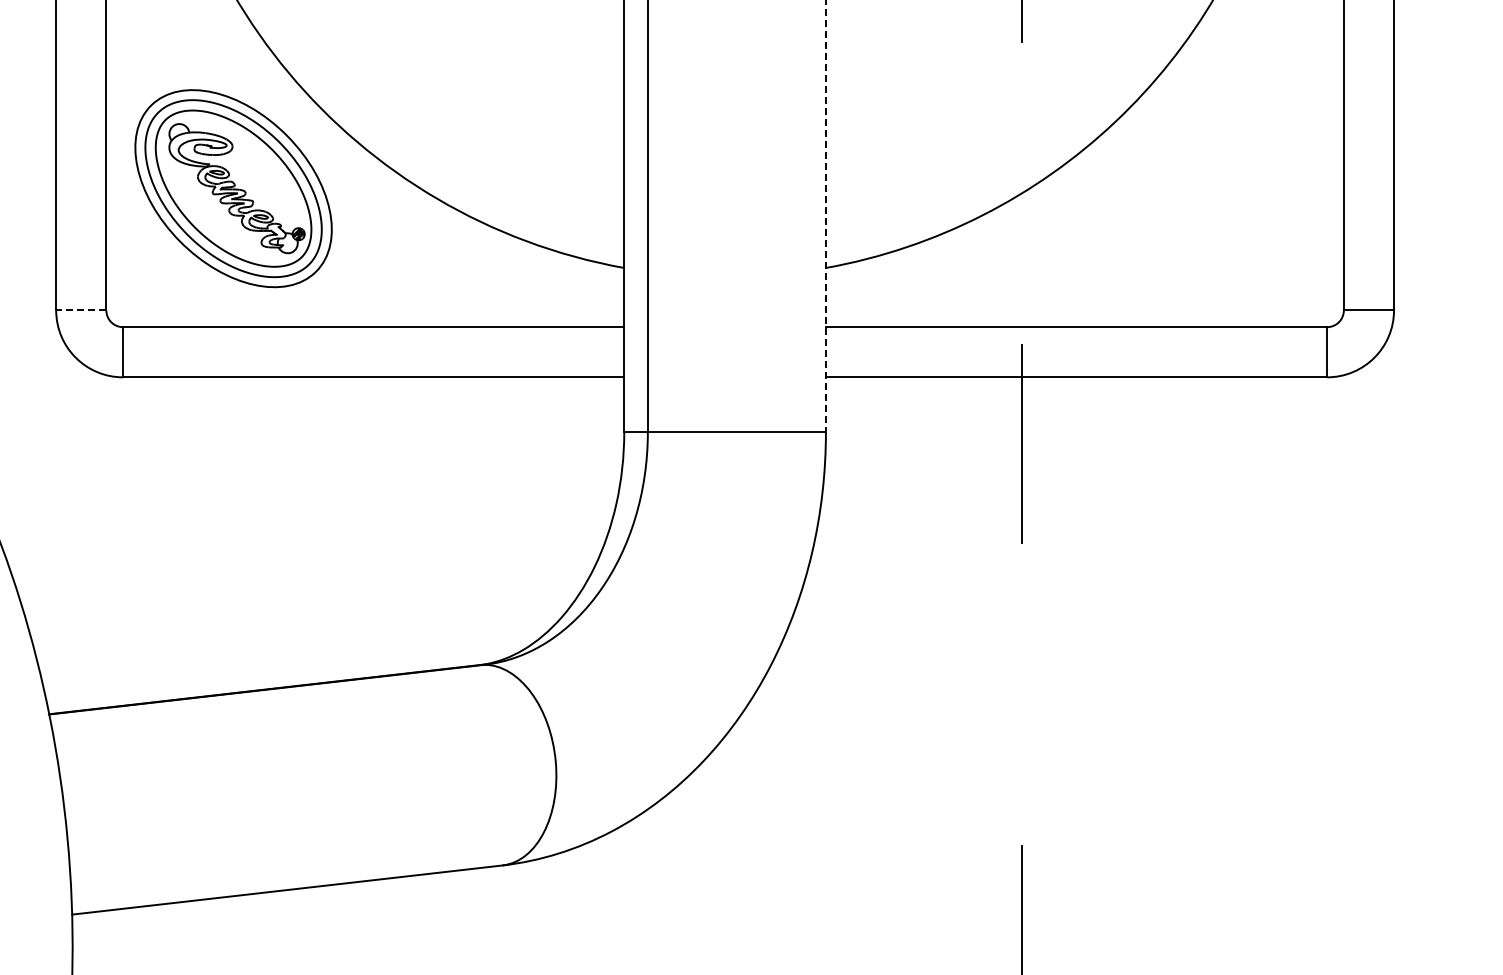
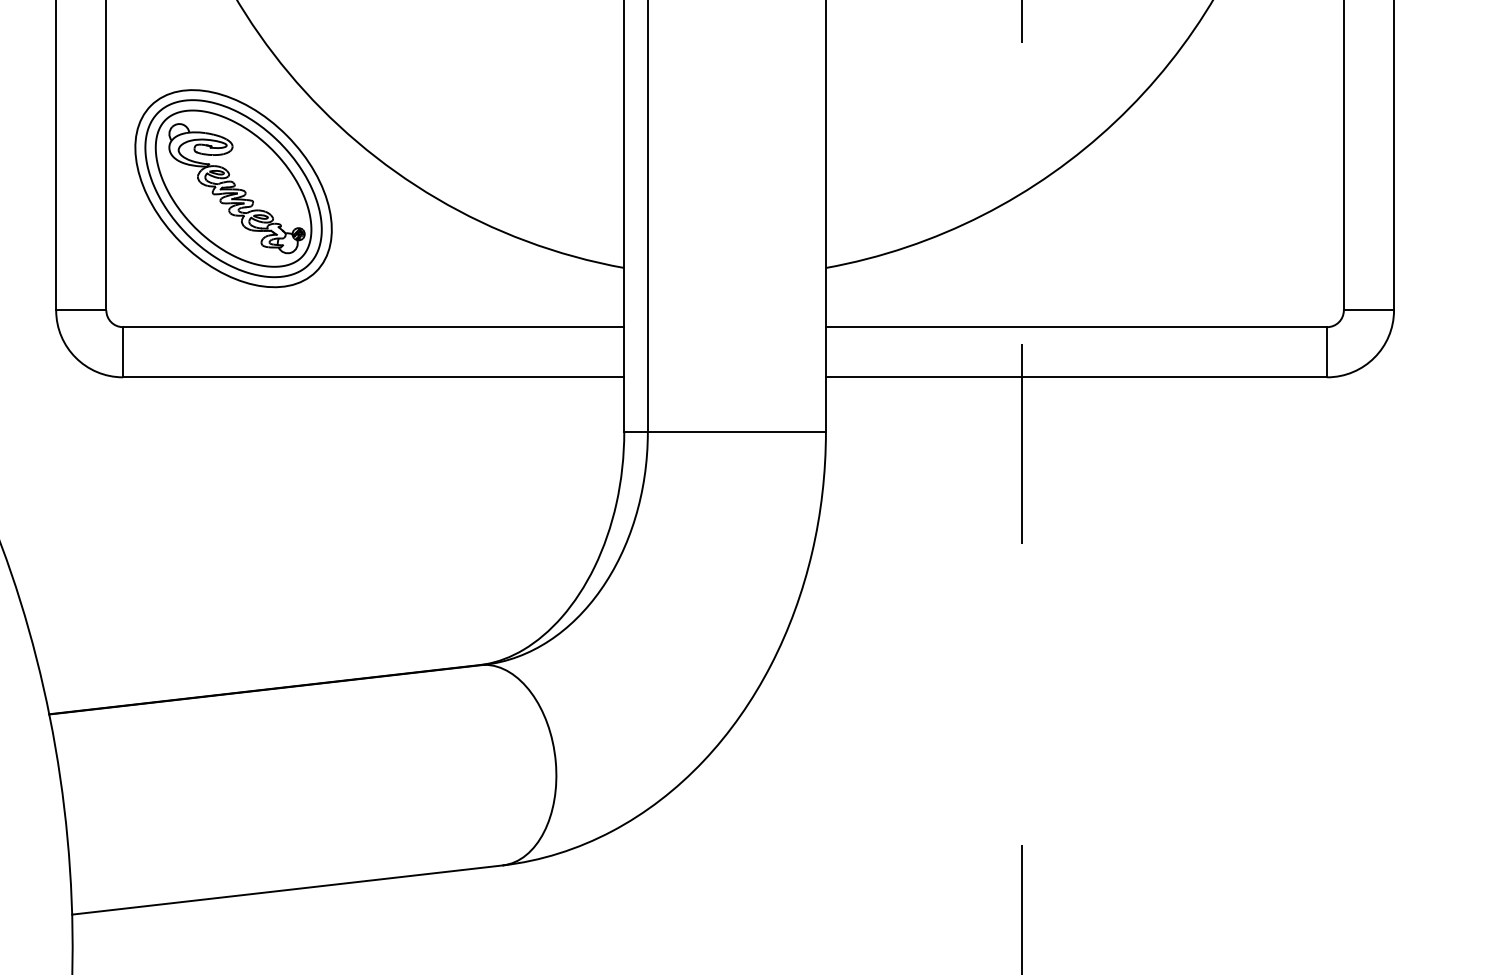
line at (825, 216): dashed -> solid
line at (80, 310): dashed -> solid
